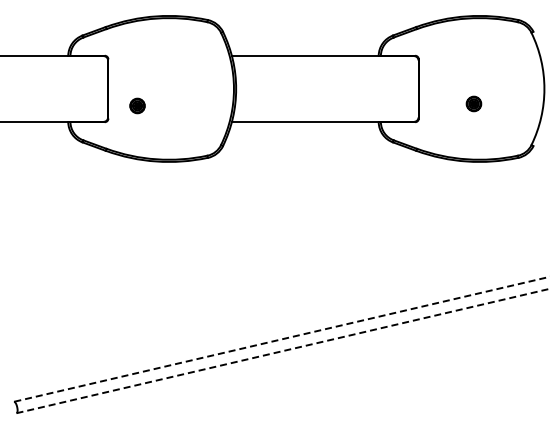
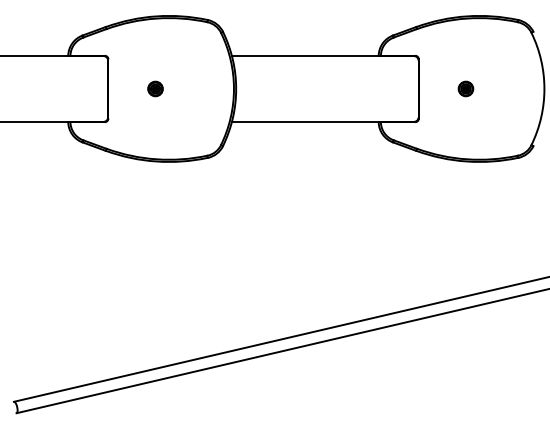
part at (473, 103) position: (473, 103) -> (465, 88)
part at (137, 105) position: (137, 105) -> (155, 88)
line at (281, 339): dashed -> solid
line at (283, 351): dashed -> solid
